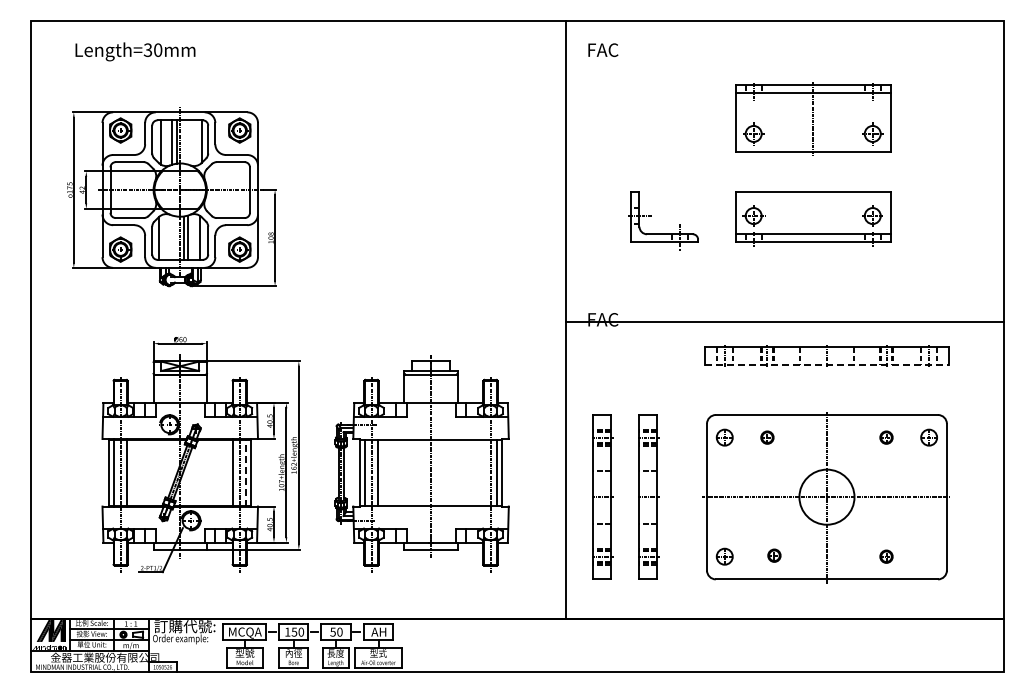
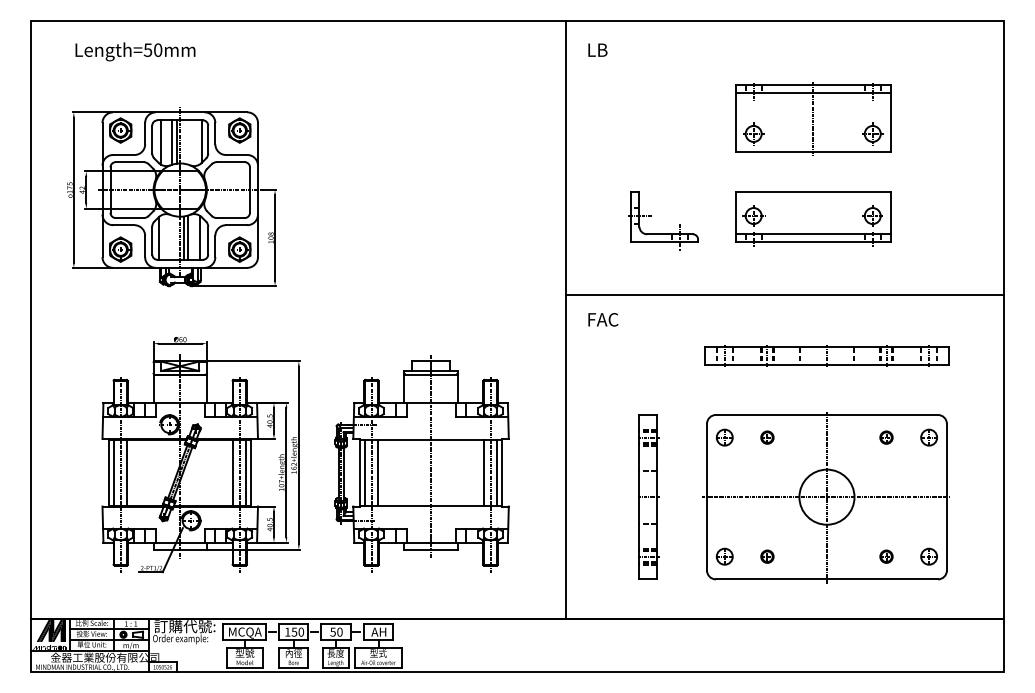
text at (148, 49): Length=30mm -> Length=50mm
text at (604, 50): FAC -> LB
line at (784, 322) position: (784, 322) -> (784, 295)
line at (827, 365): dashed -> solid
line at (246, 472): dashed -> solid
line at (483, 472): none -> present
part at (602, 496): present -> none
part at (774, 555) position: (774, 555) -> (767, 556)
part at (928, 556): none -> present
